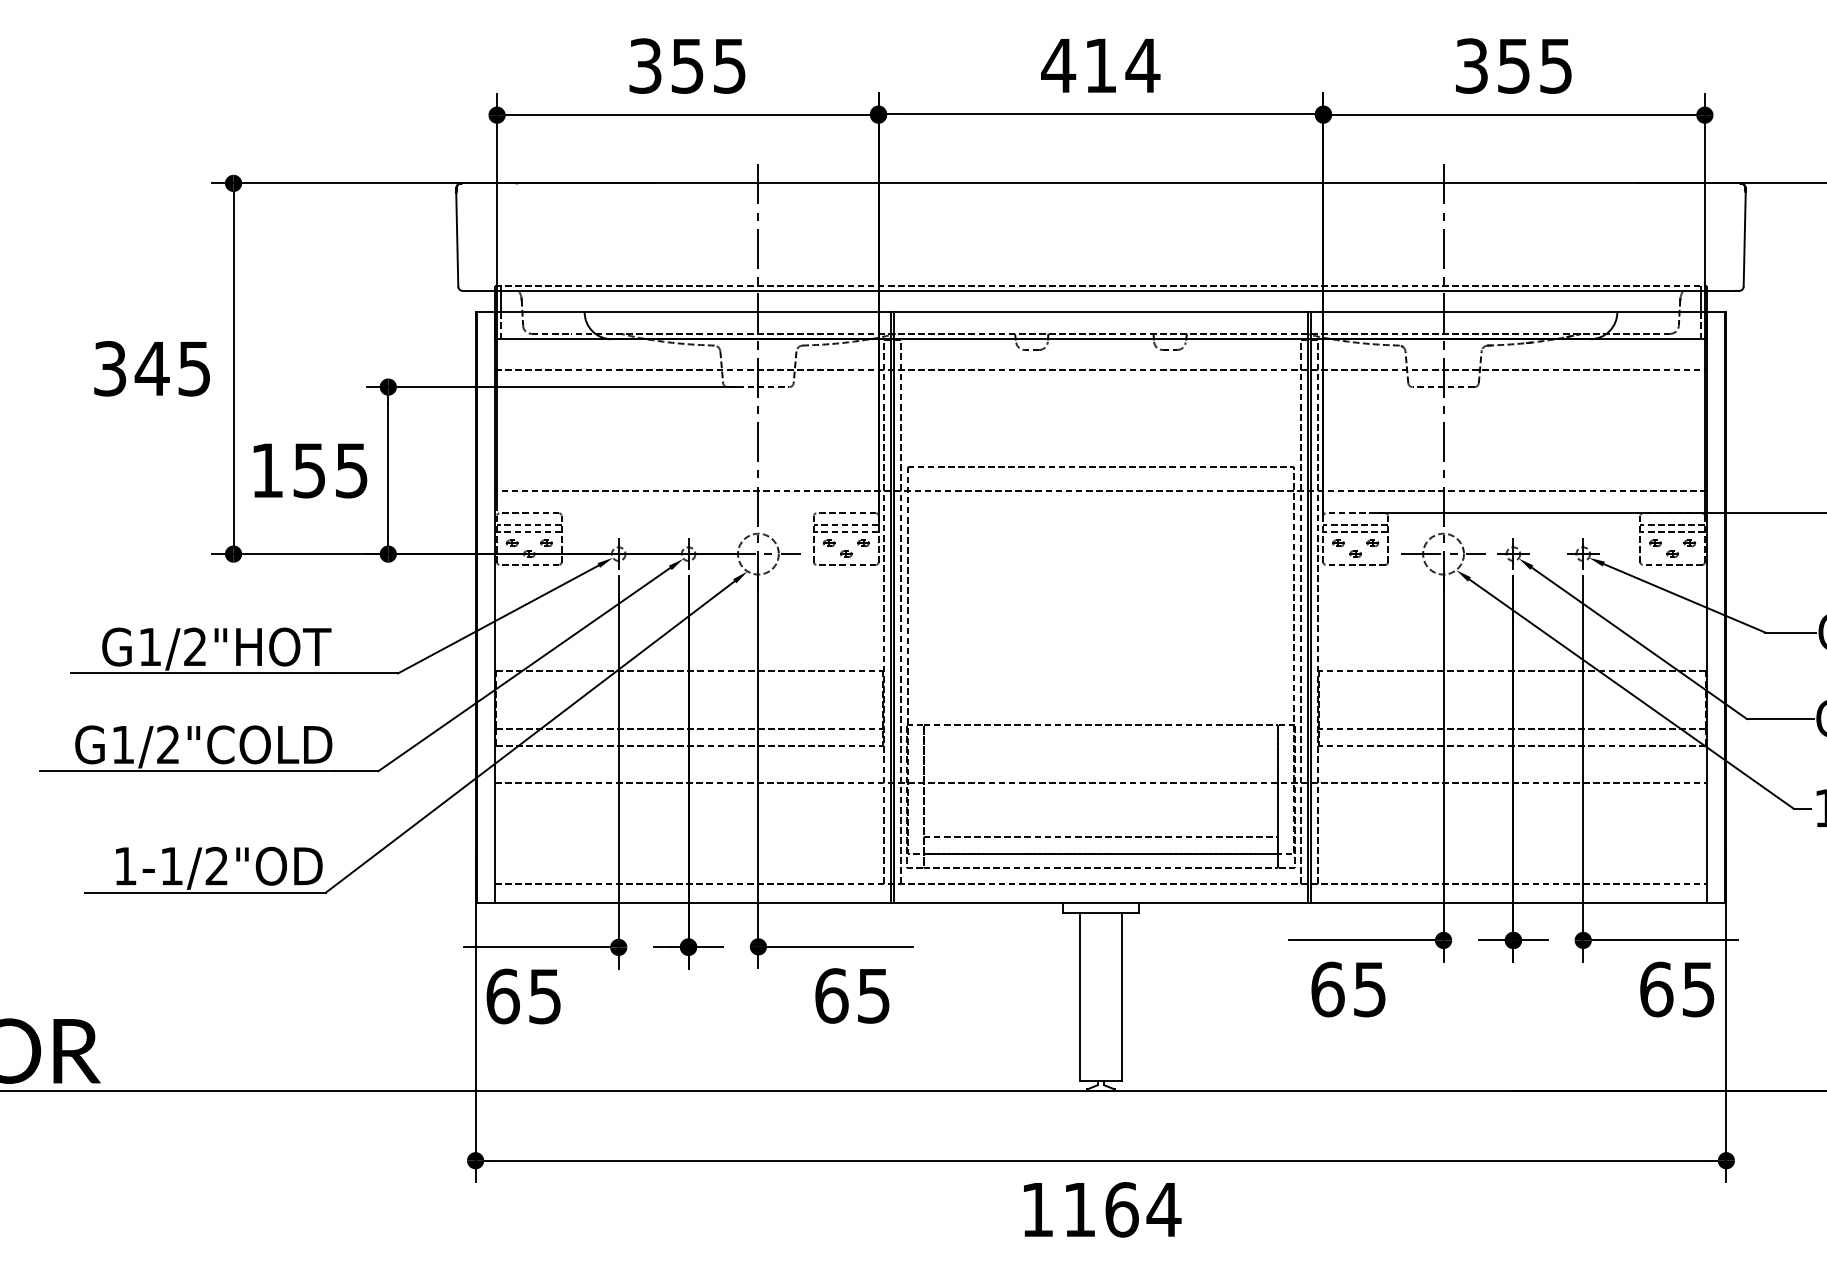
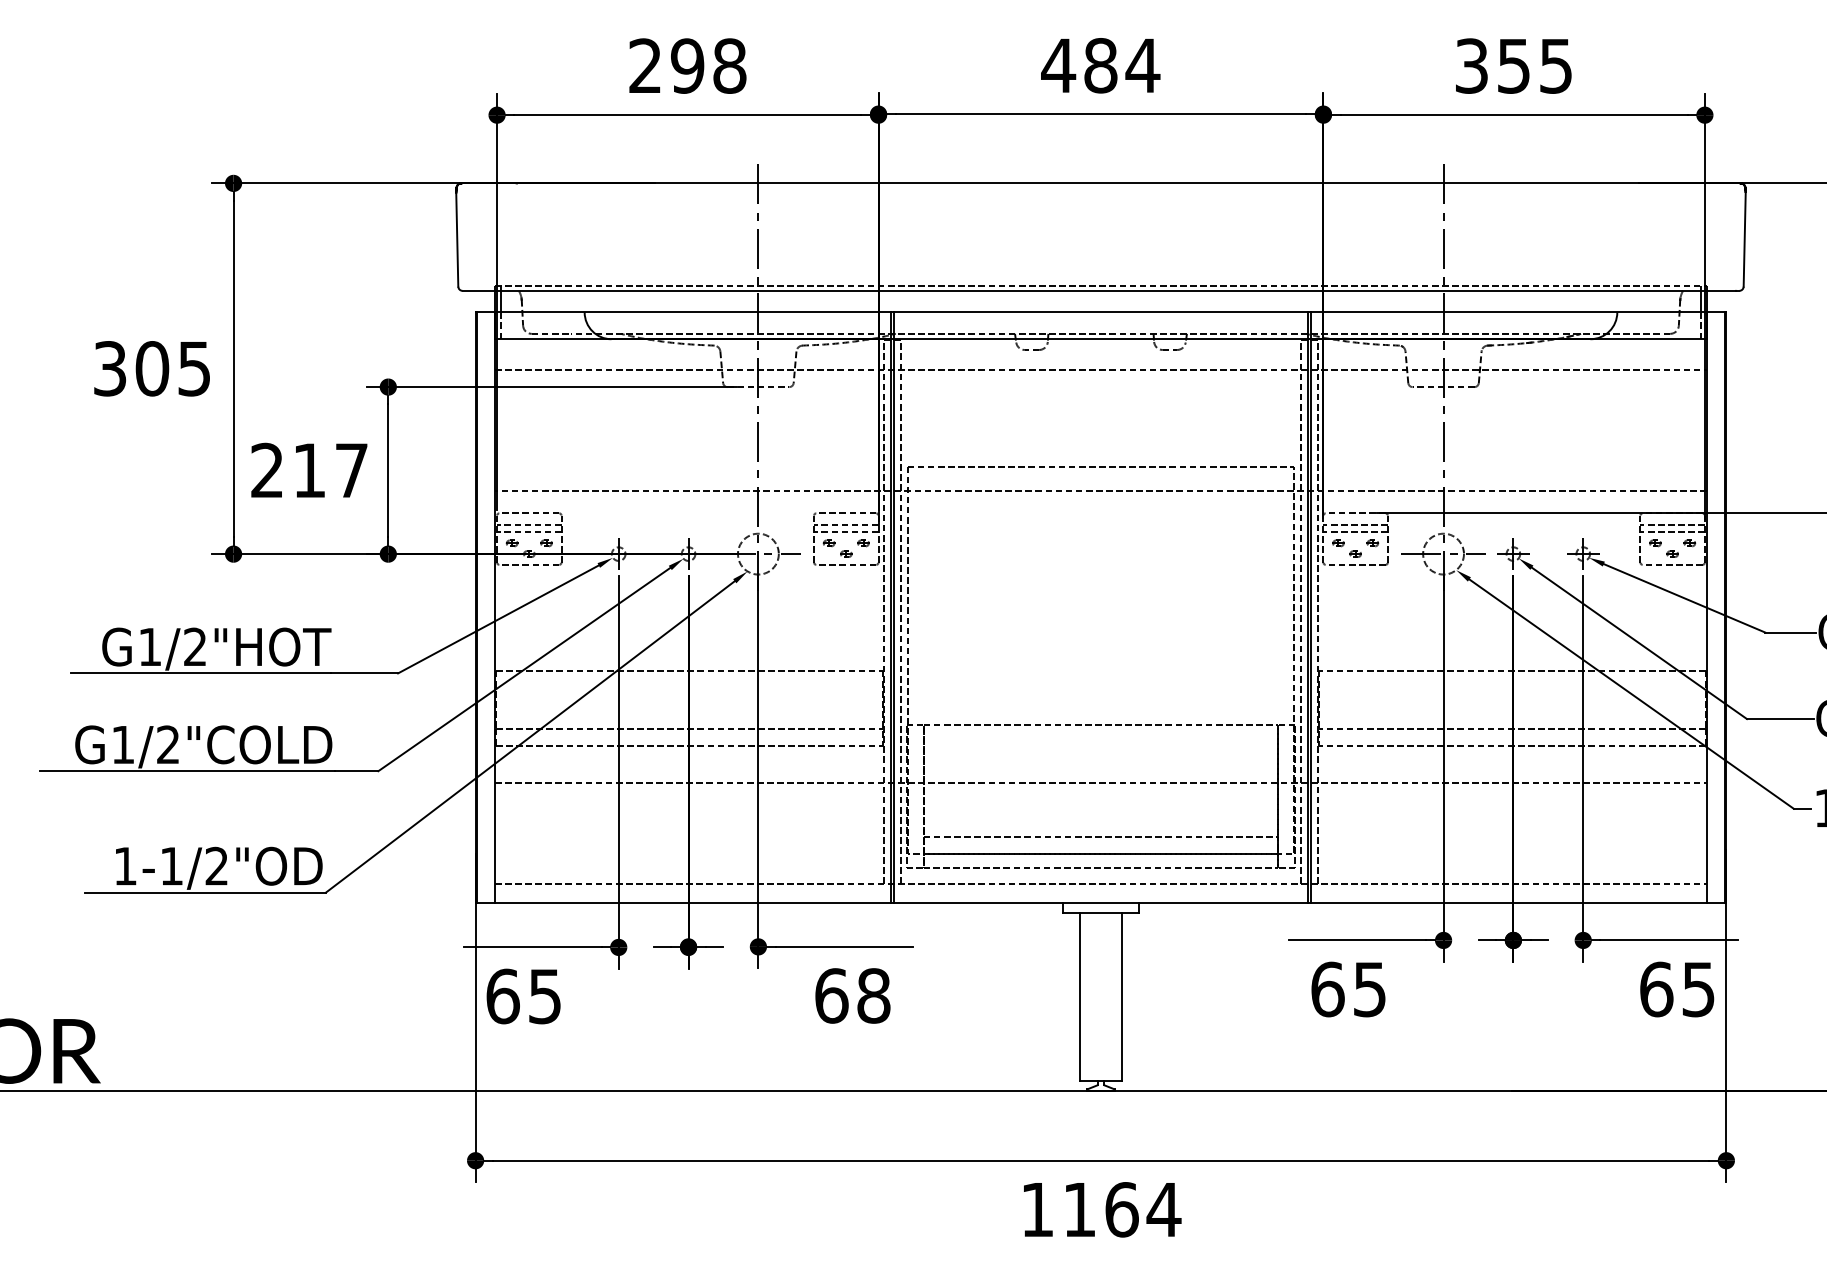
text at (687, 65): 355 -> 298
text at (1100, 65): 414 -> 484
text at (151, 368): 345 -> 305
text at (309, 470): 155 -> 217
text at (873, 995): 65 -> 68
